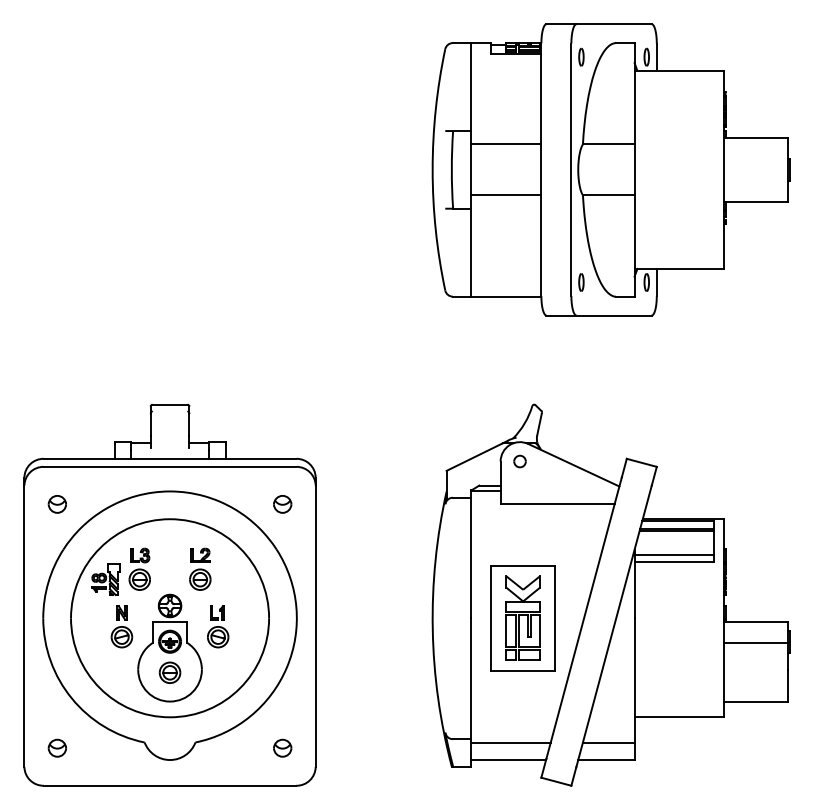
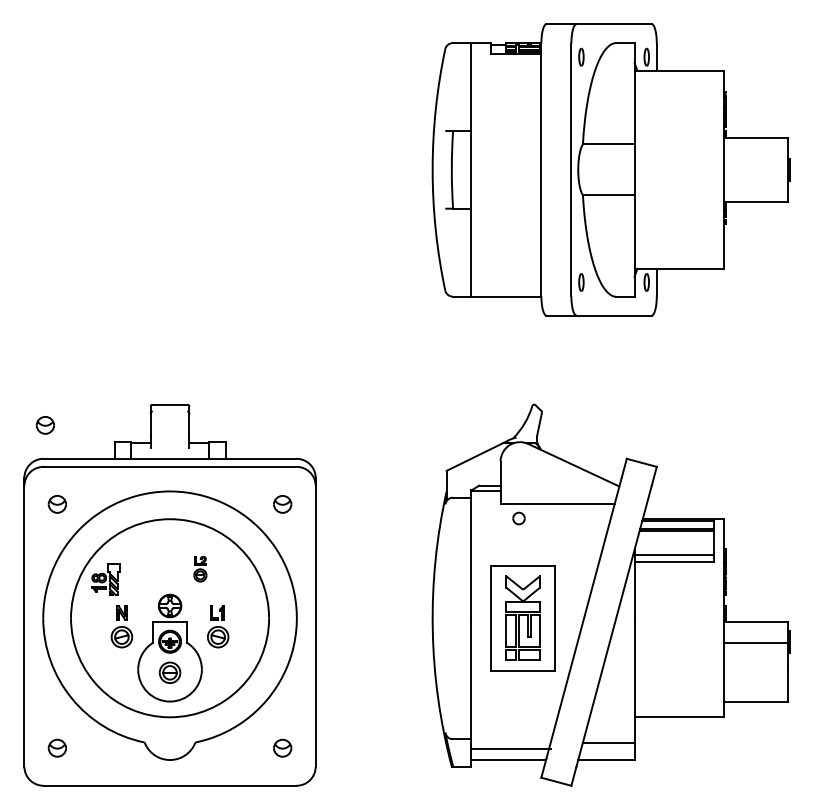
line at (506, 144): present -> none
line at (506, 195): present -> none
part at (44, 425): none -> present
part at (519, 461) position: (519, 461) -> (518, 518)
part at (139, 568): present -> none
part at (200, 568) size: 23x44 px -> 15x27 px
line at (510, 742) position: (510, 742) -> (510, 748)
